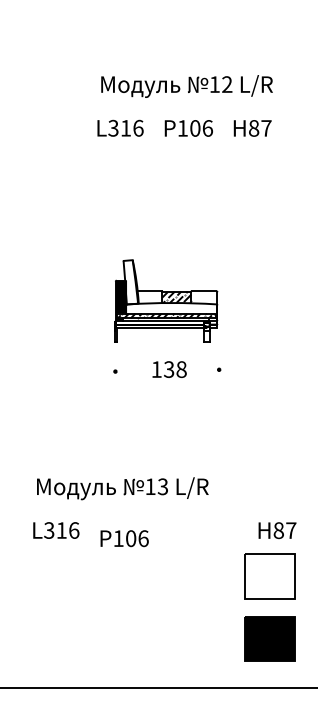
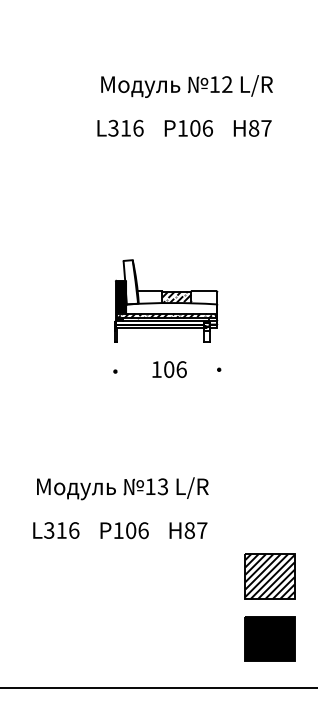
text at (175, 369): 138 -> 106
text at (277, 530) position: (277, 530) -> (188, 530)
text at (124, 538) position: (124, 538) -> (124, 530)
hatch at (269, 576): none -> present
